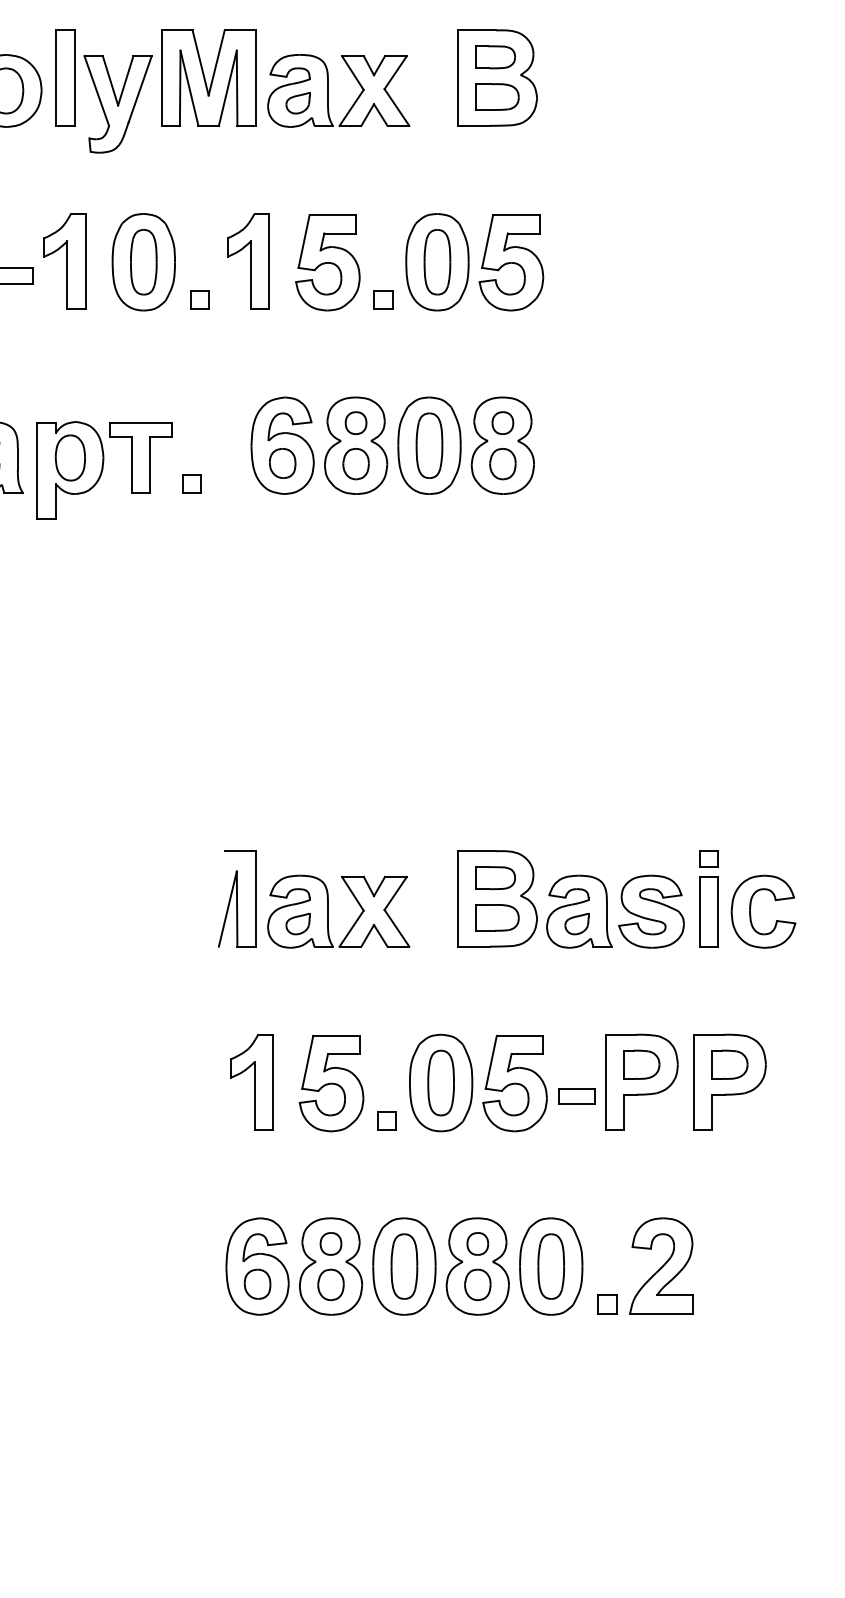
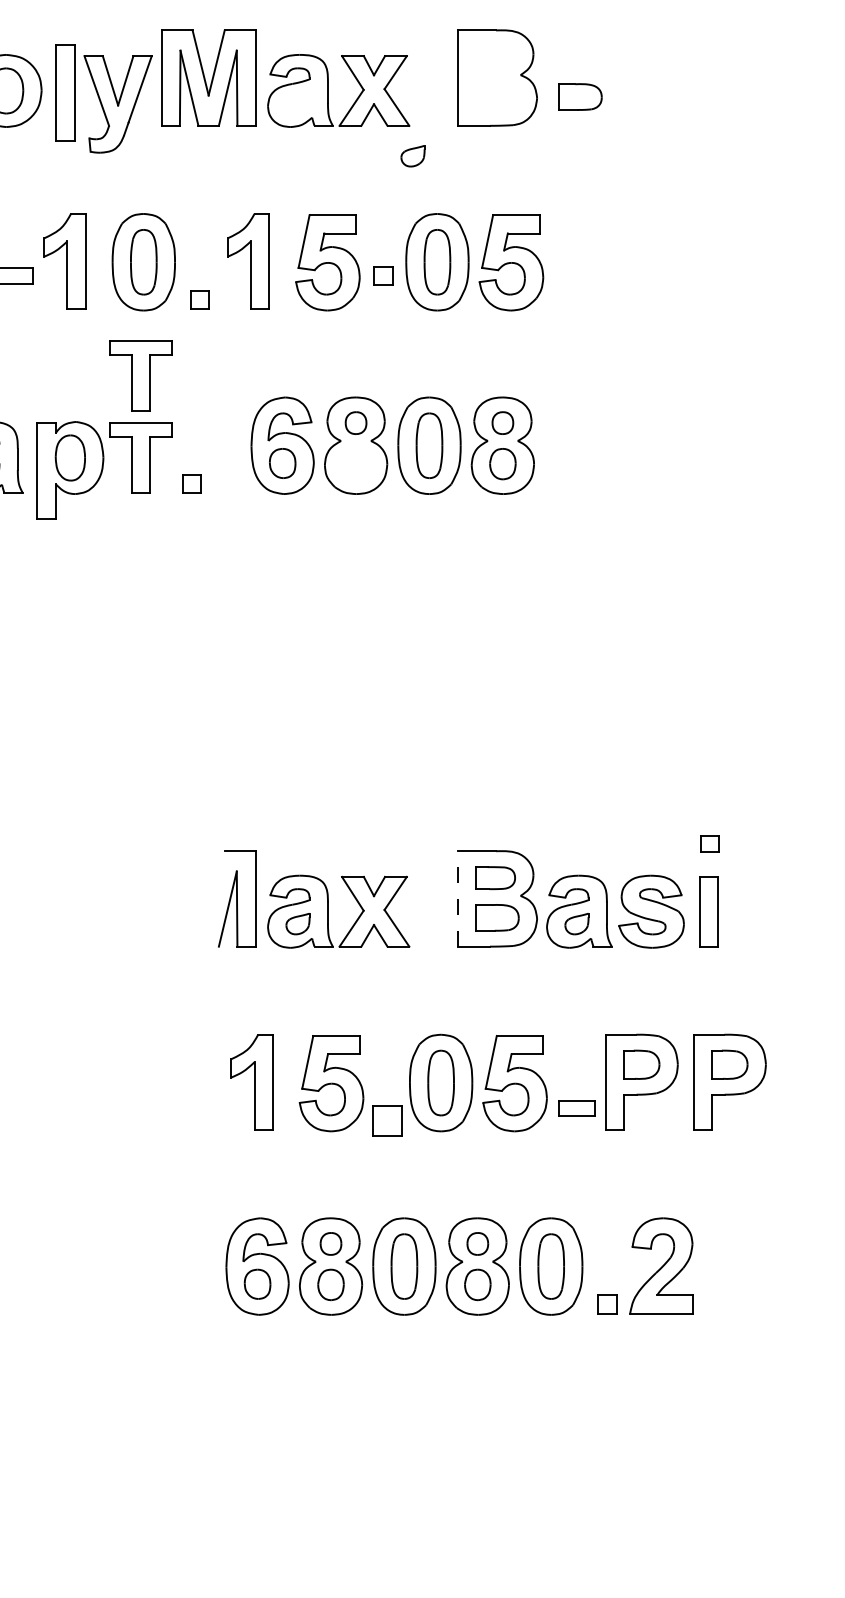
part at (495, 57): present -> none
part at (65, 77) position: (65, 77) -> (65, 92)
part at (497, 96) position: (497, 96) -> (580, 96)
part at (297, 103) position: (297, 103) -> (412, 156)
part at (383, 299) position: (383, 299) -> (383, 275)
part at (140, 375): none -> present
part at (355, 464): present -> none
part at (708, 858) position: (708, 858) -> (709, 843)
line at (457, 898): solid -> dashed
part at (751, 915): present -> none
part at (576, 1096) position: (576, 1096) -> (576, 1108)
part at (386, 1120) size: 20x20 px -> 31x32 px
